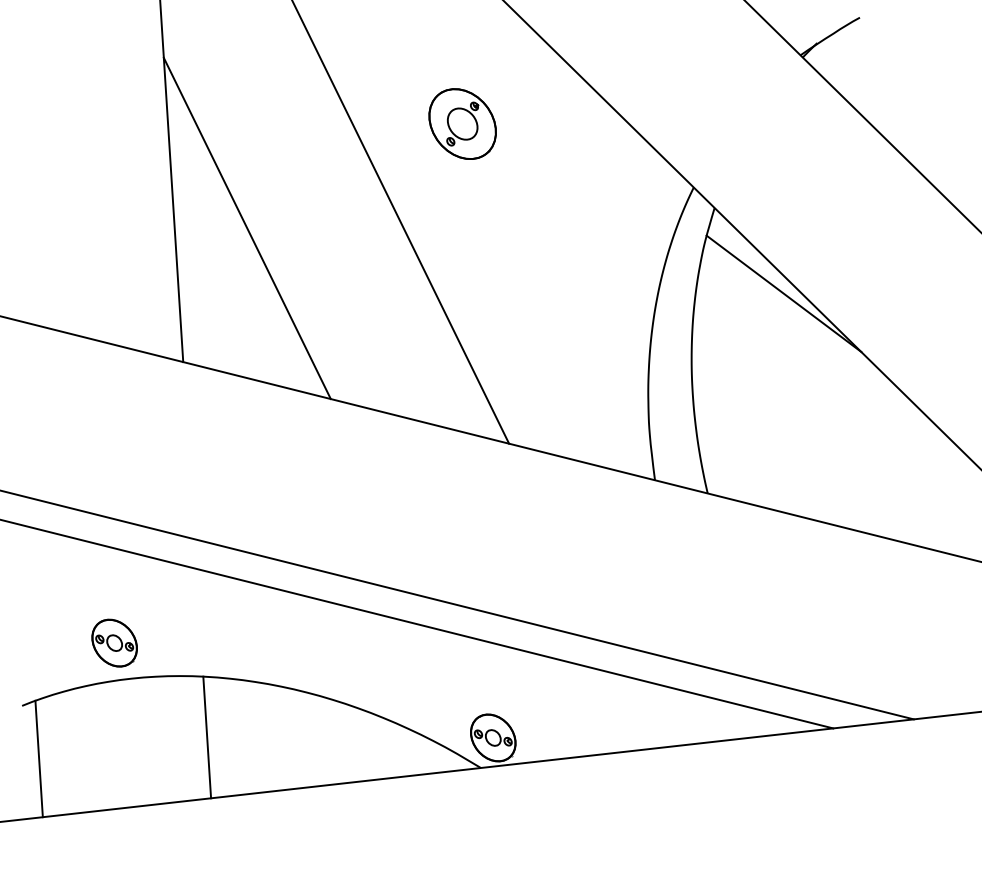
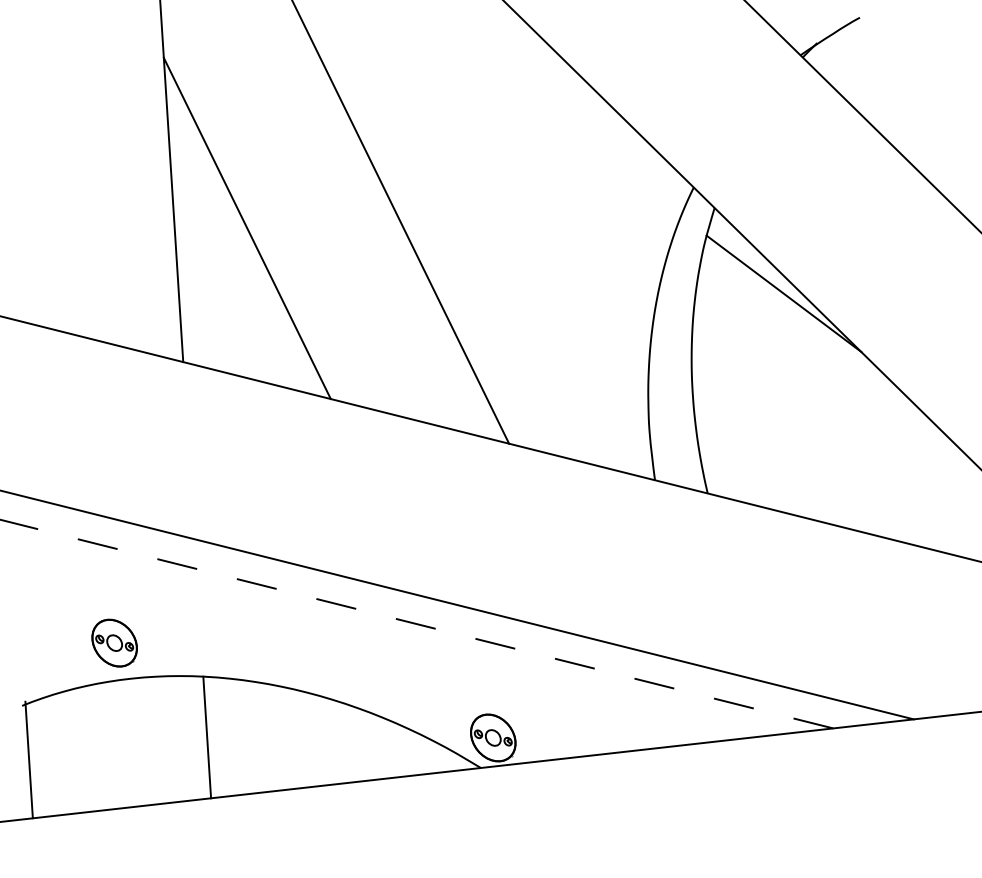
part at (462, 123): present -> none
line at (416, 623): solid -> dashed
line at (38, 758) position: (38, 758) -> (28, 759)
